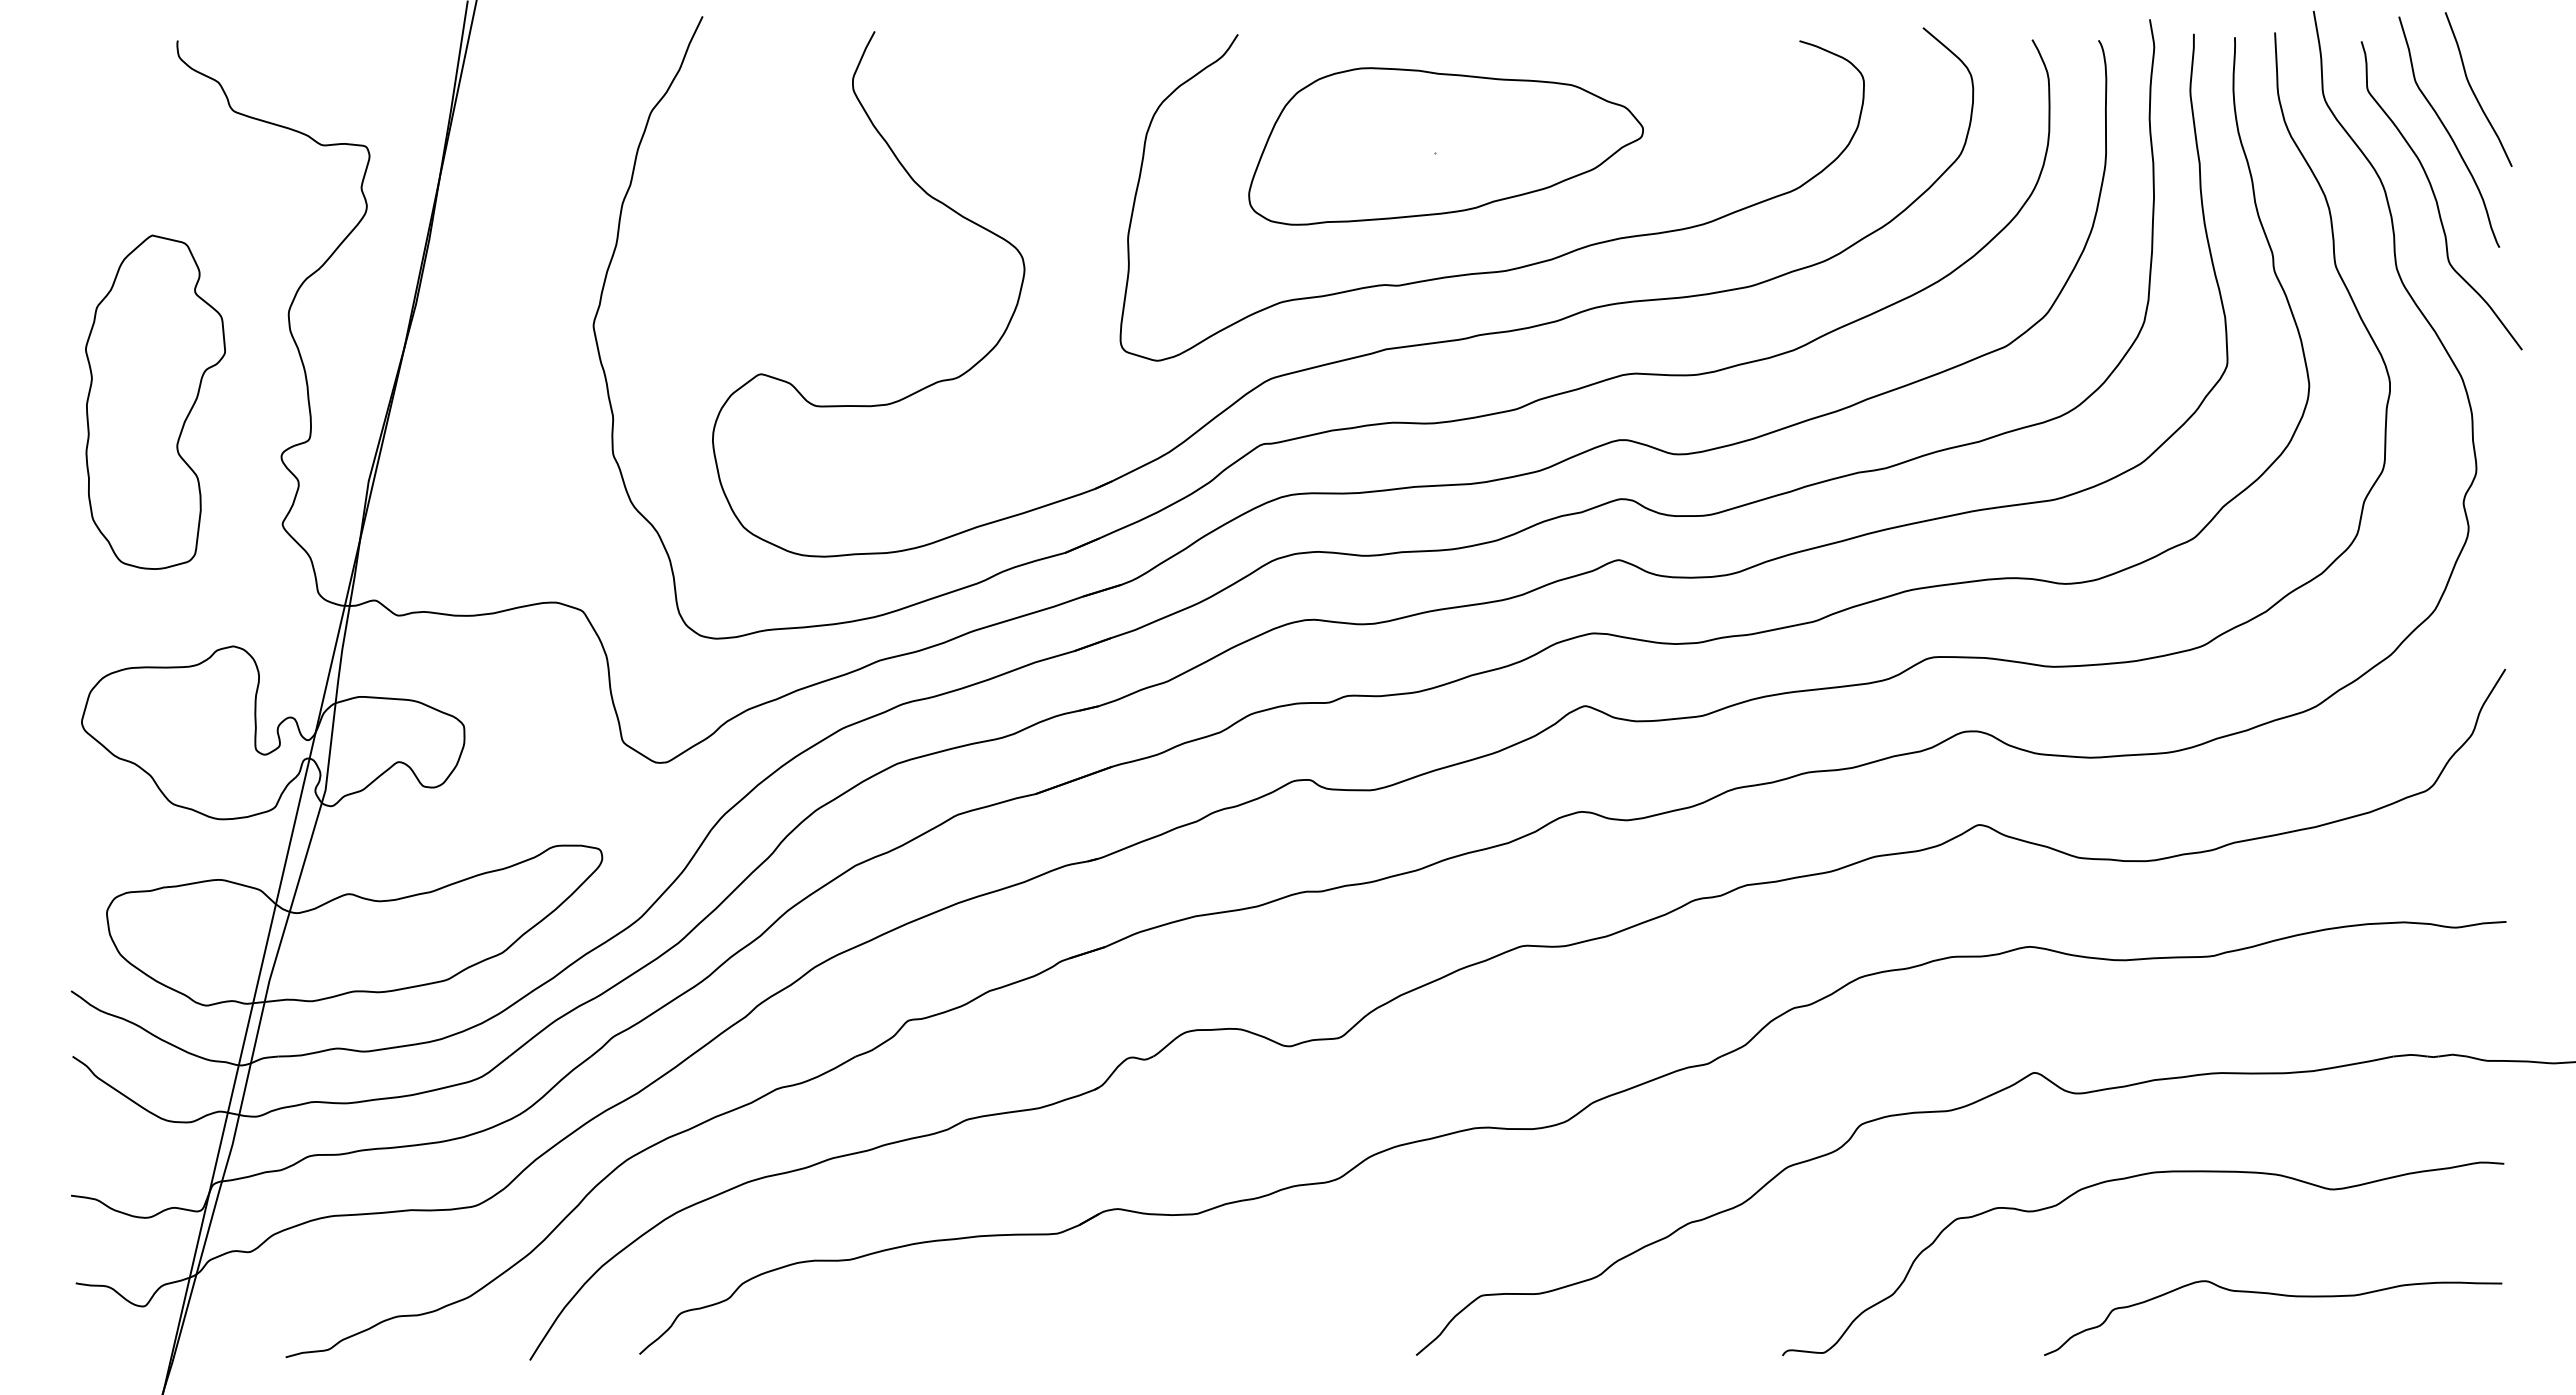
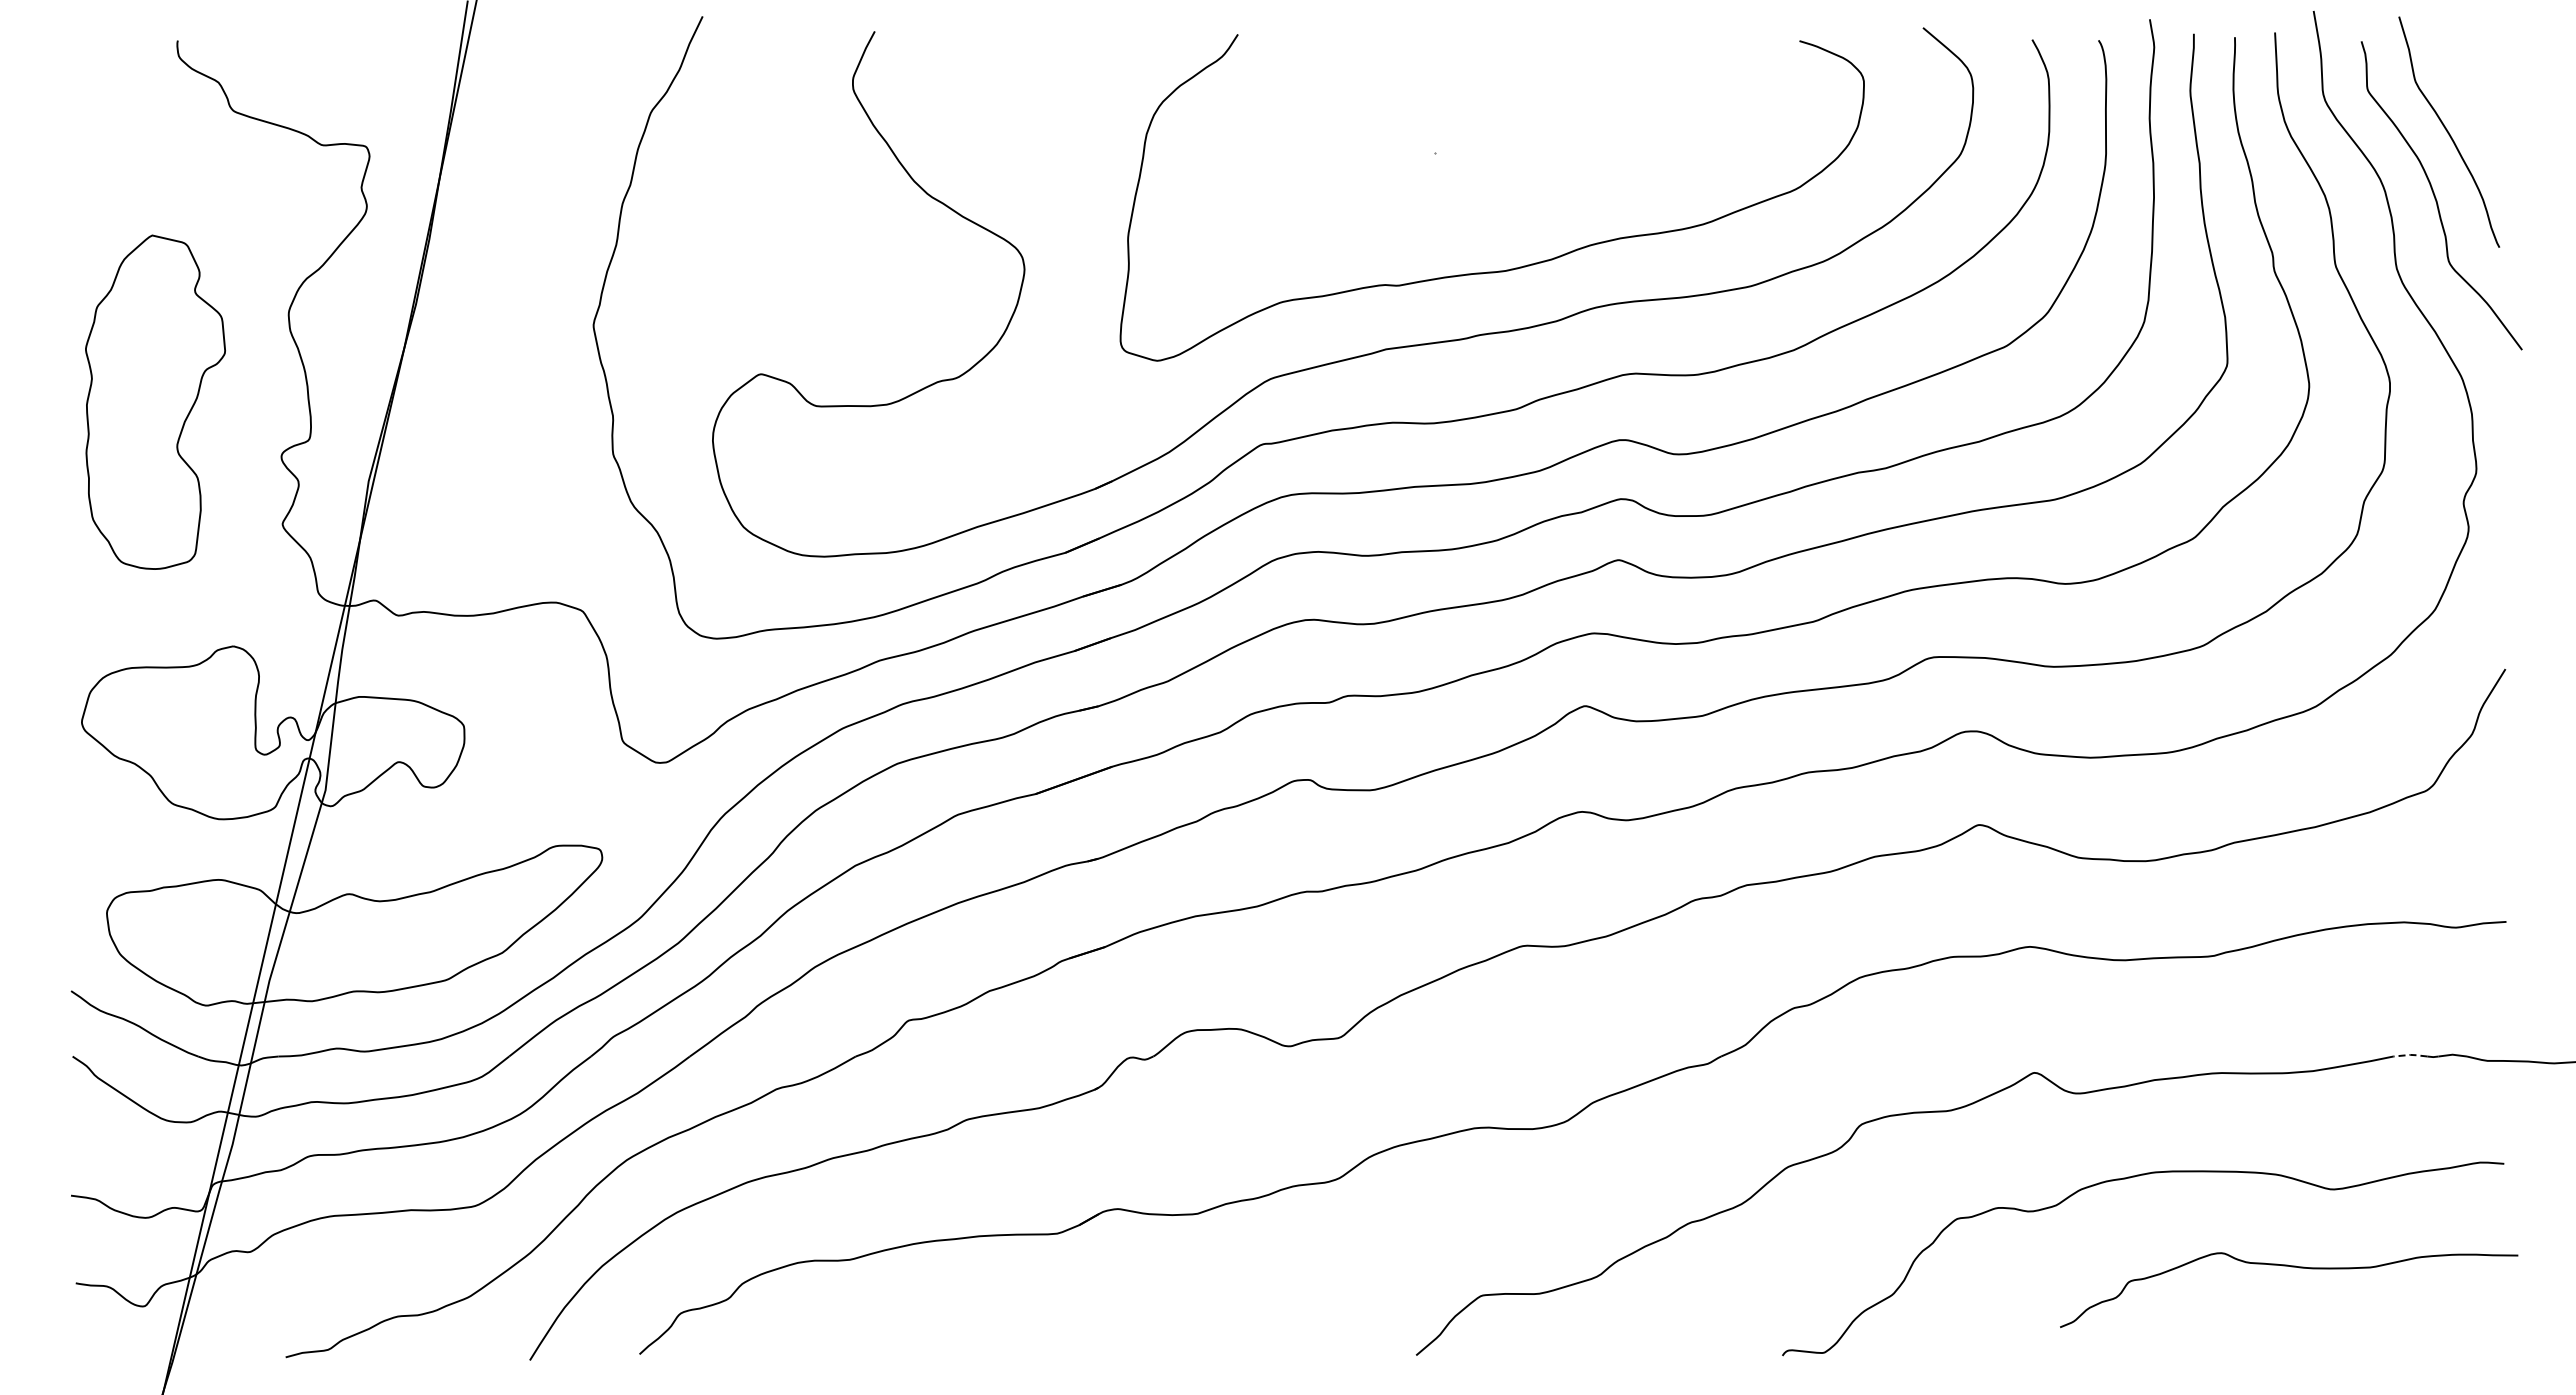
curve at (2474, 92): present -> none
part at (1445, 146): present -> none
line at (2410, 1054): solid -> dashed
curve at (2275, 1295) position: (2275, 1295) -> (2291, 1267)
